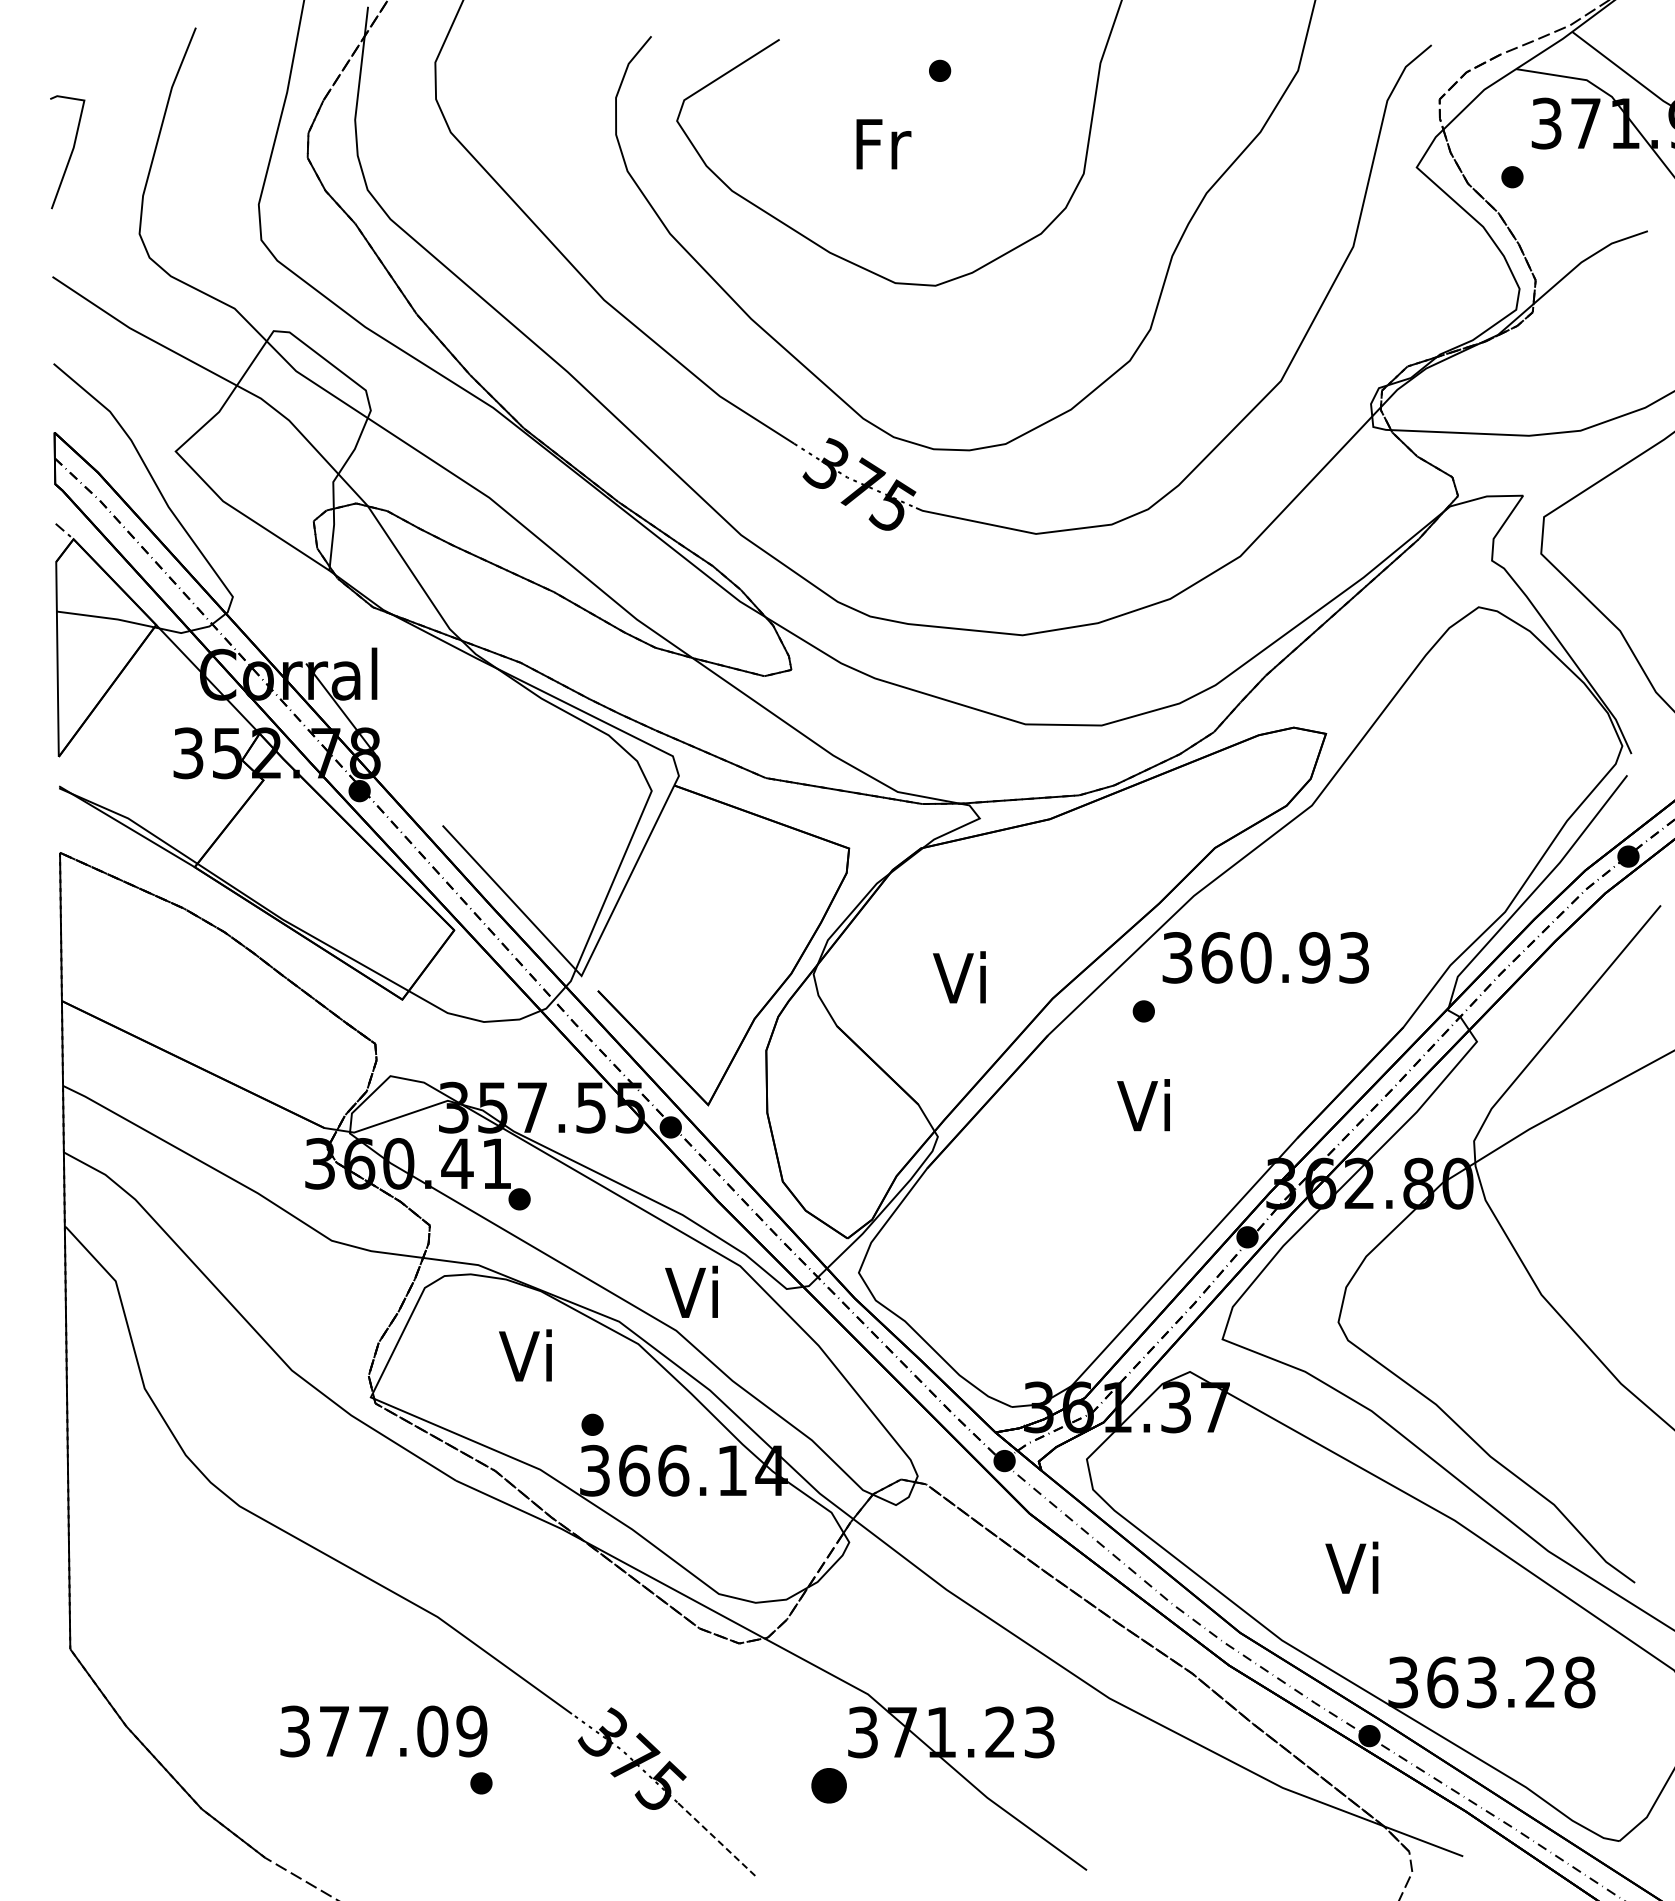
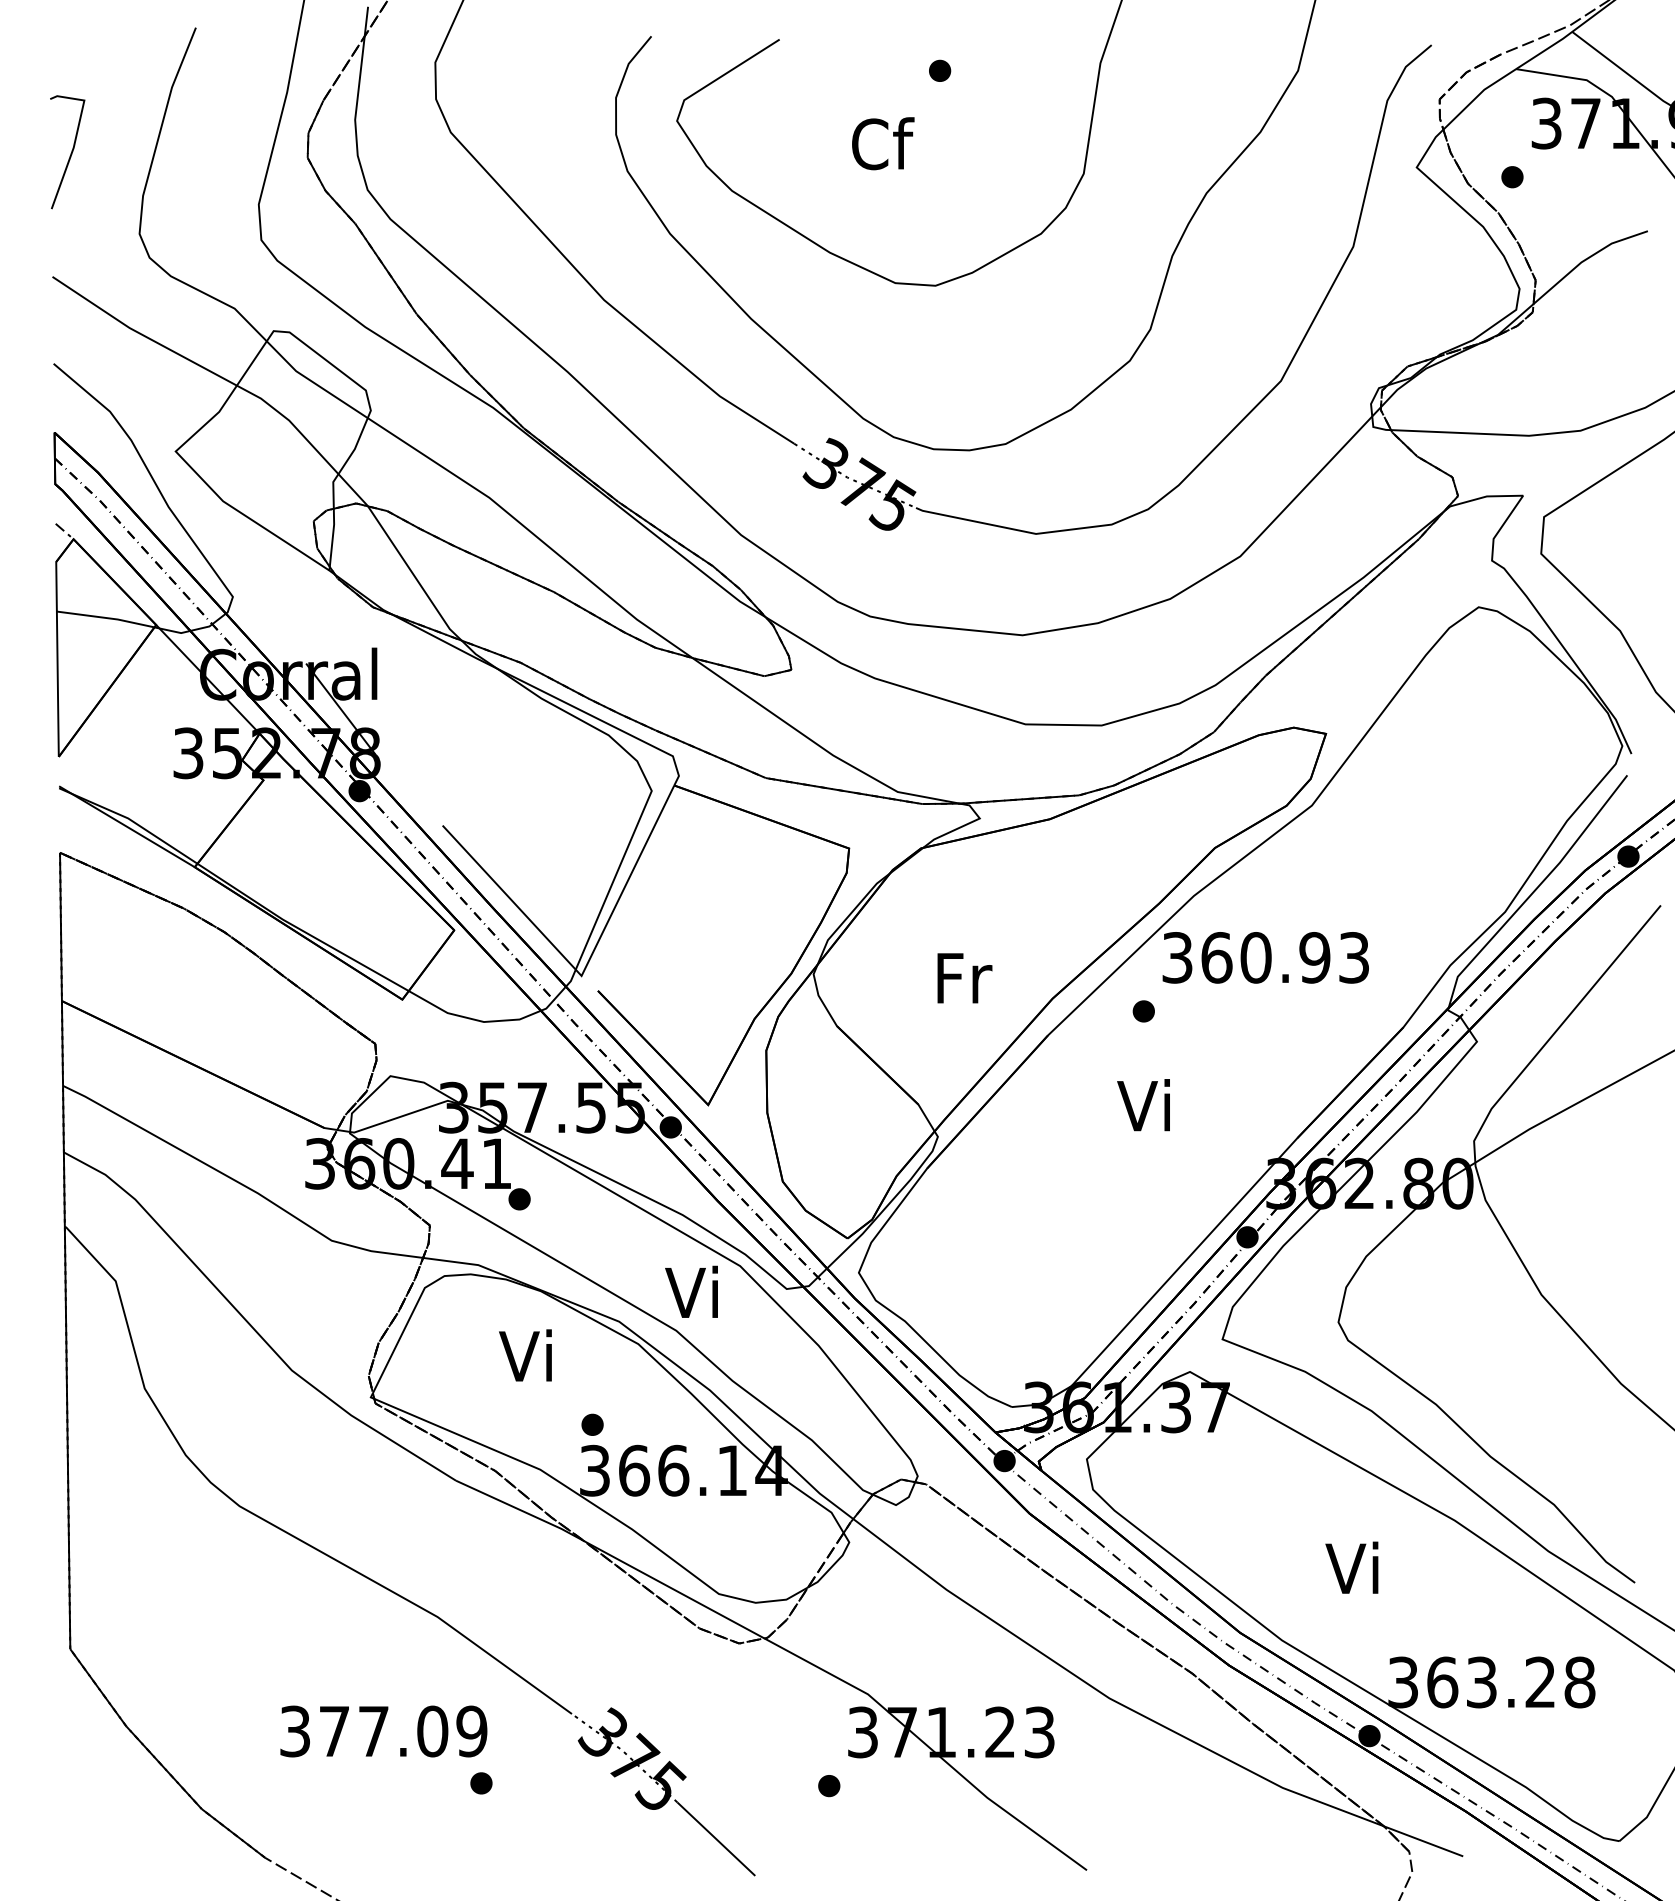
text at (883, 143): Fr -> Cf
text at (962, 977): Vi -> Fr
part at (828, 1785) size: 36x36 px -> 23x23 px
line at (716, 1839): dashed -> solid
